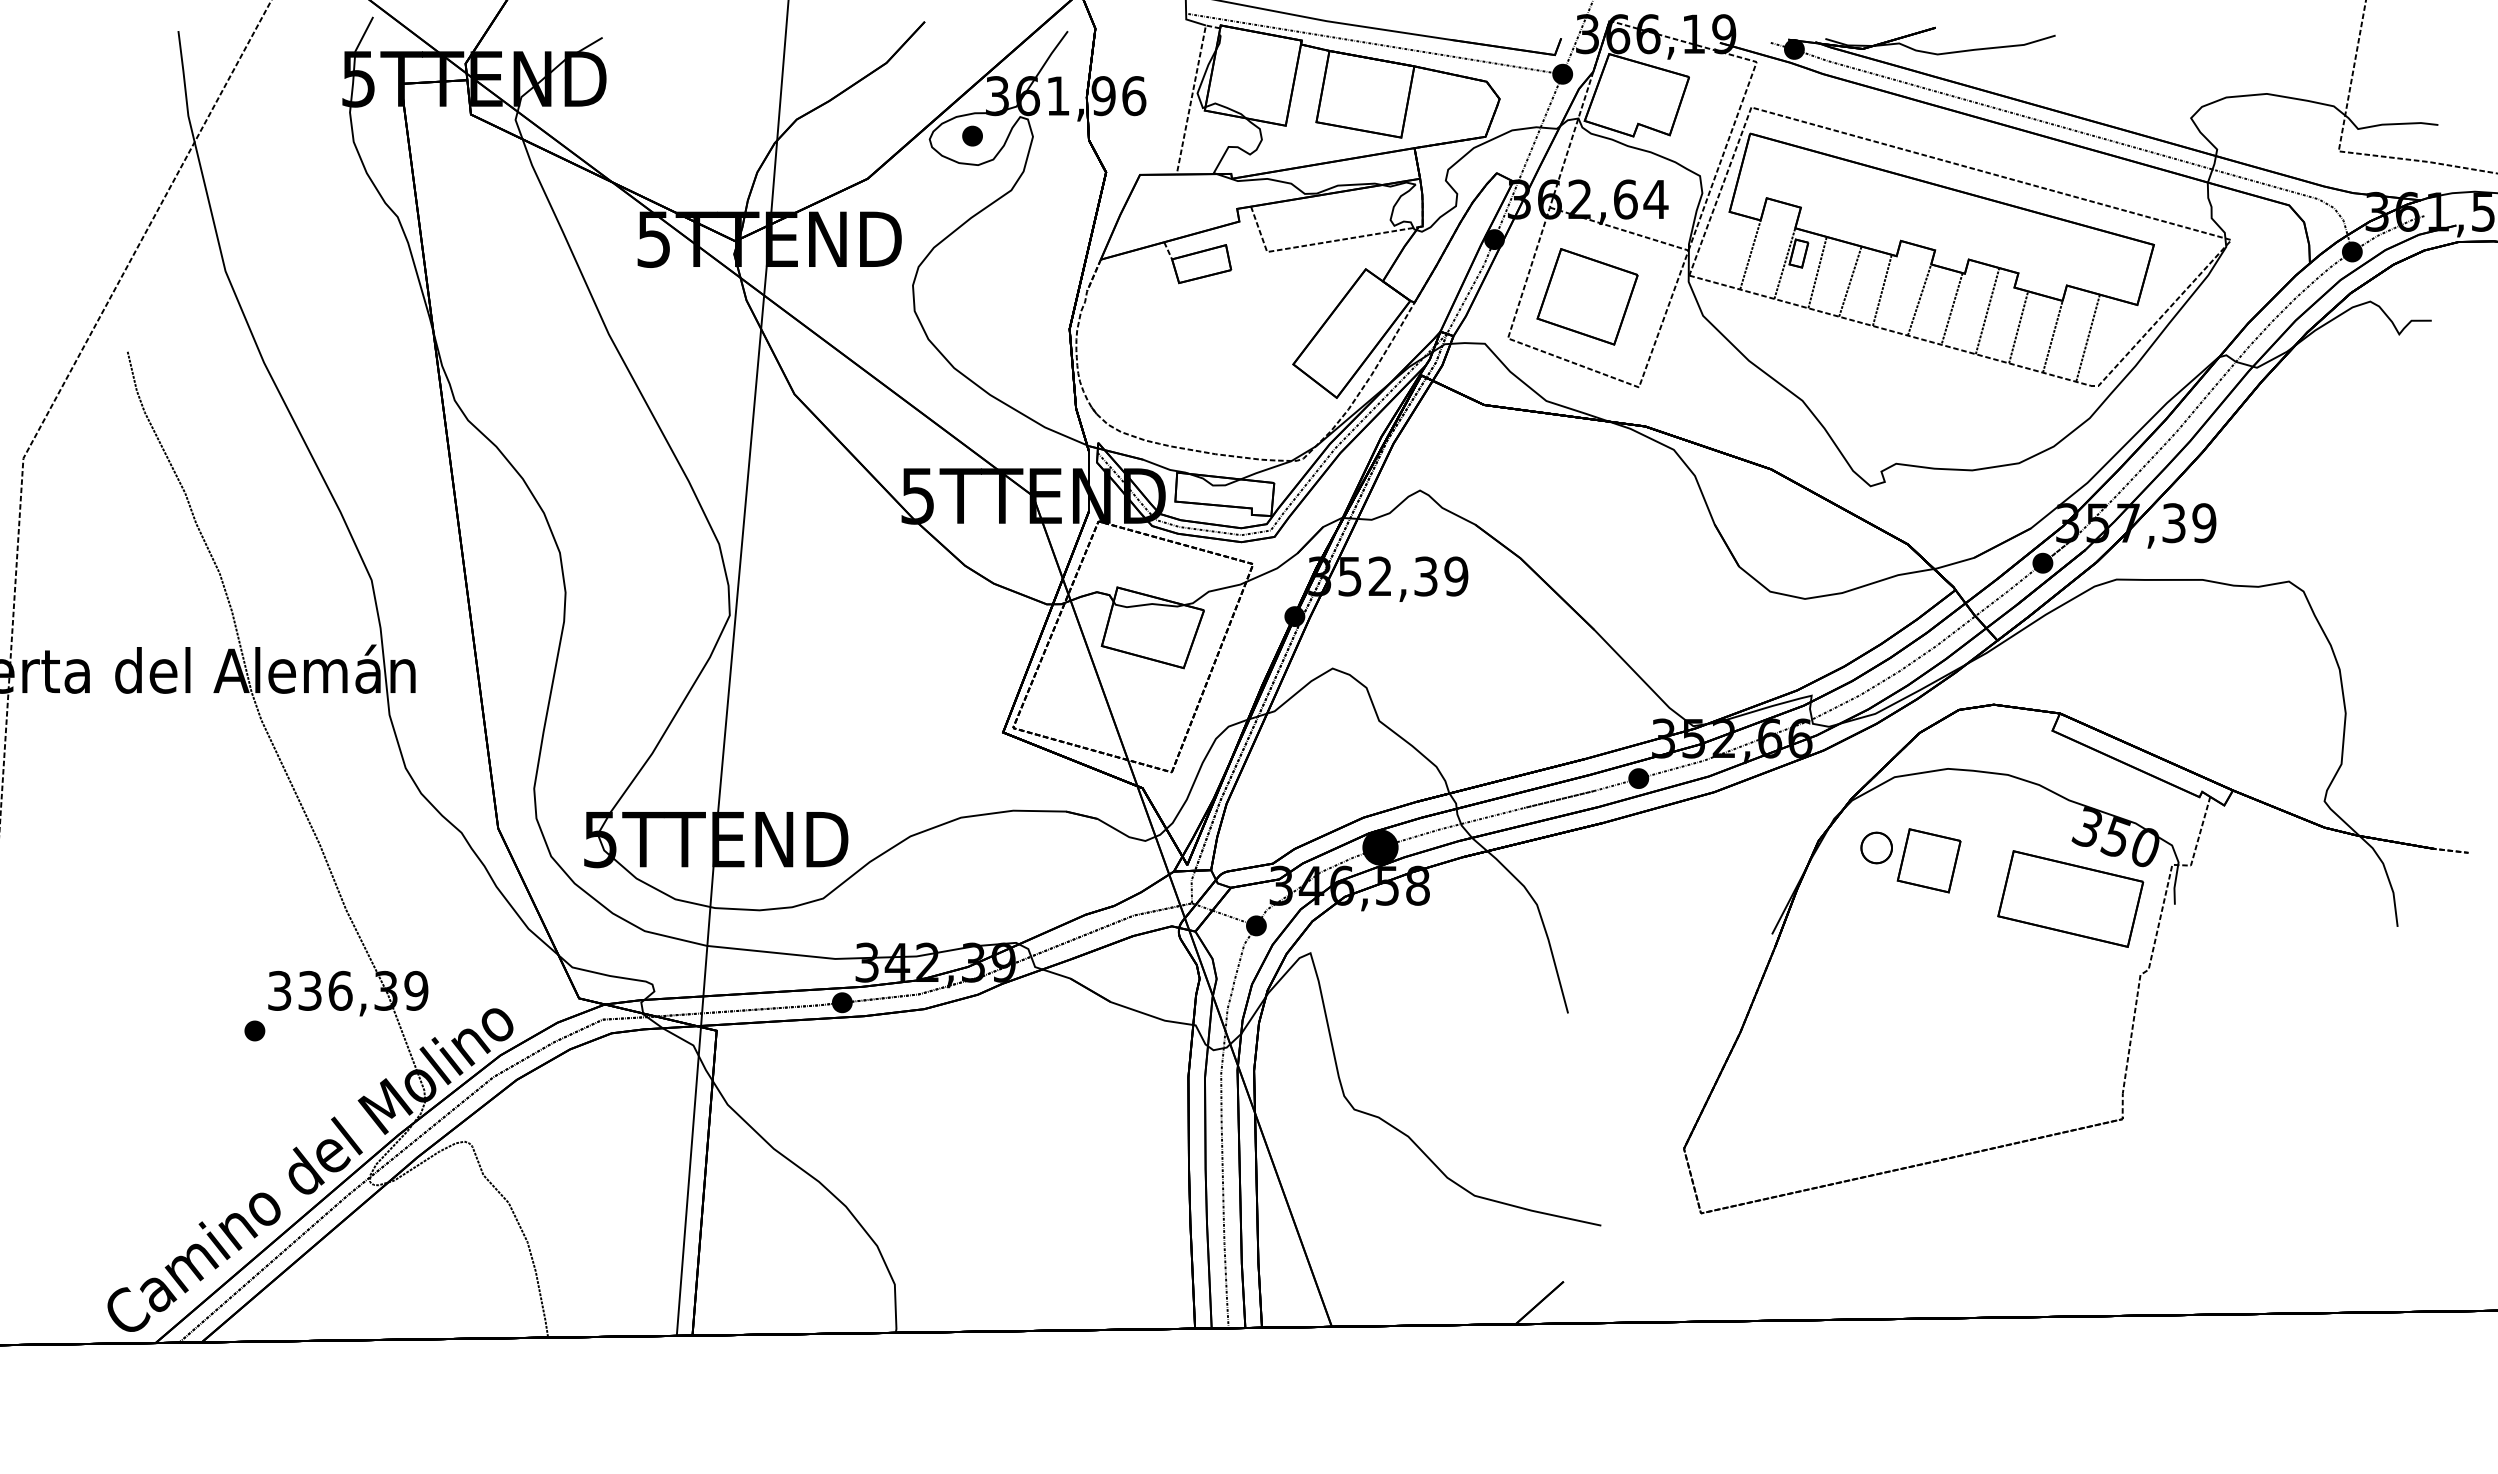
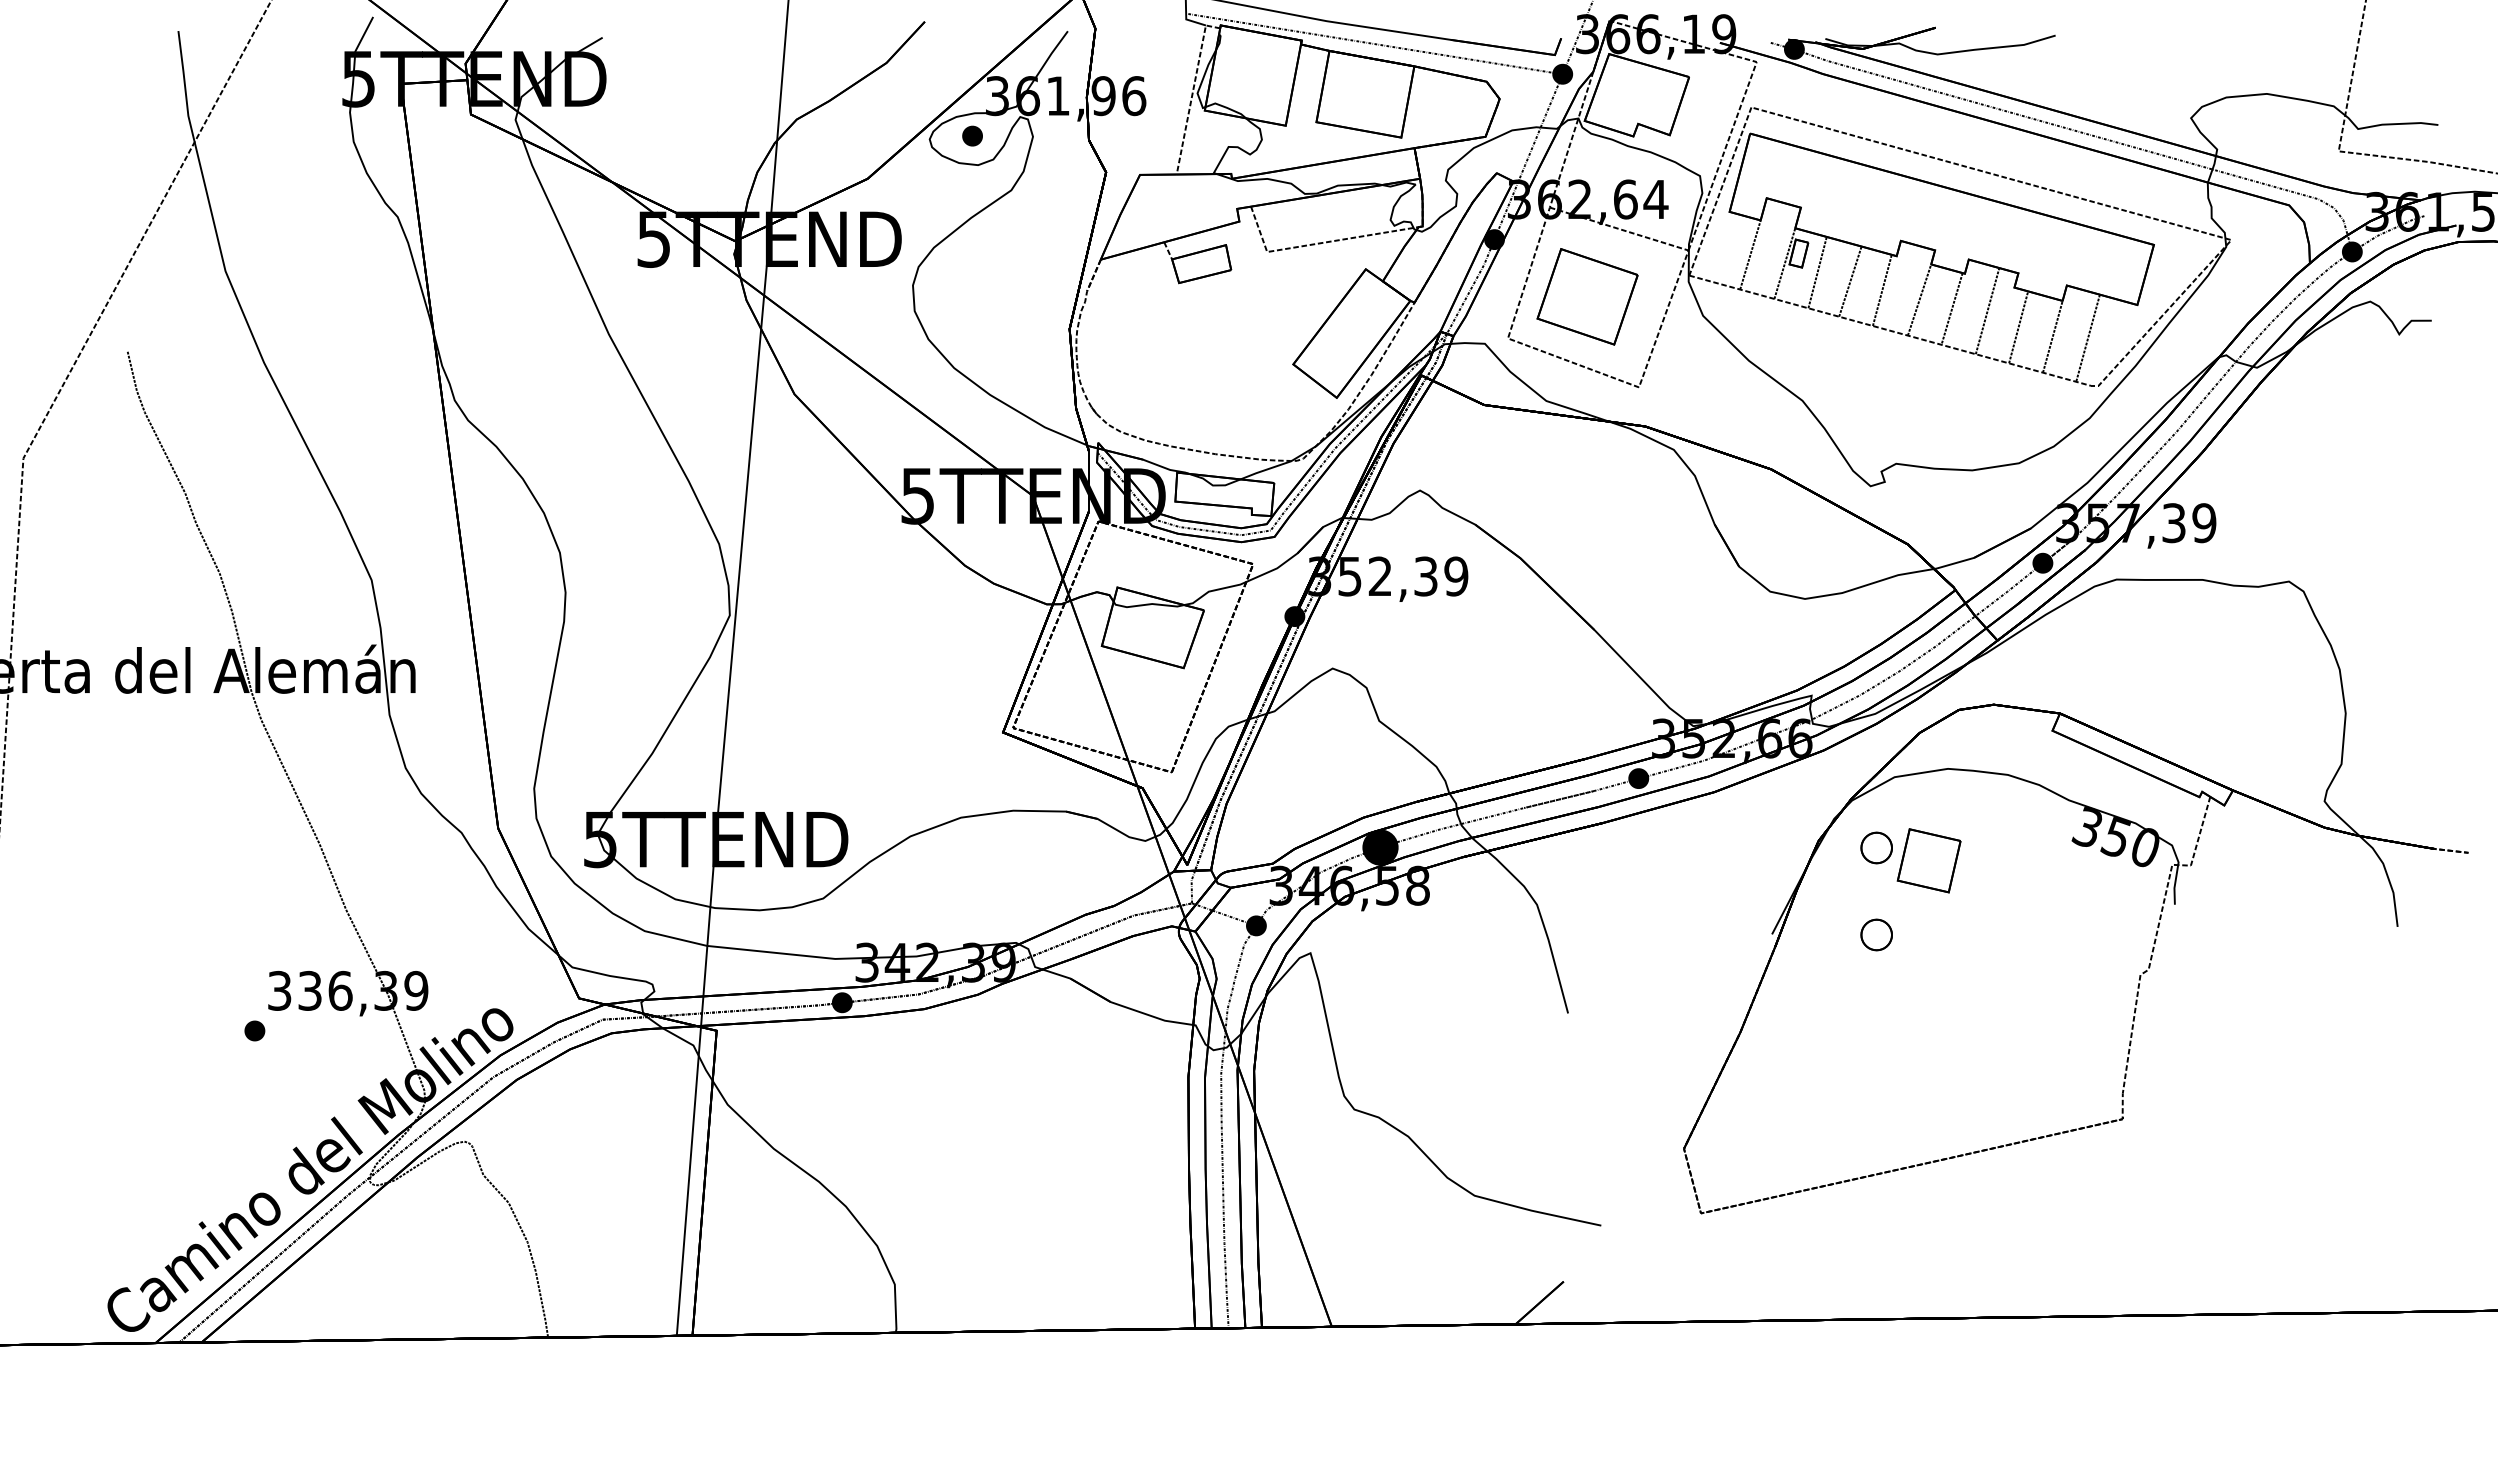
part at (2070, 898): present -> none
part at (1876, 934): none -> present
